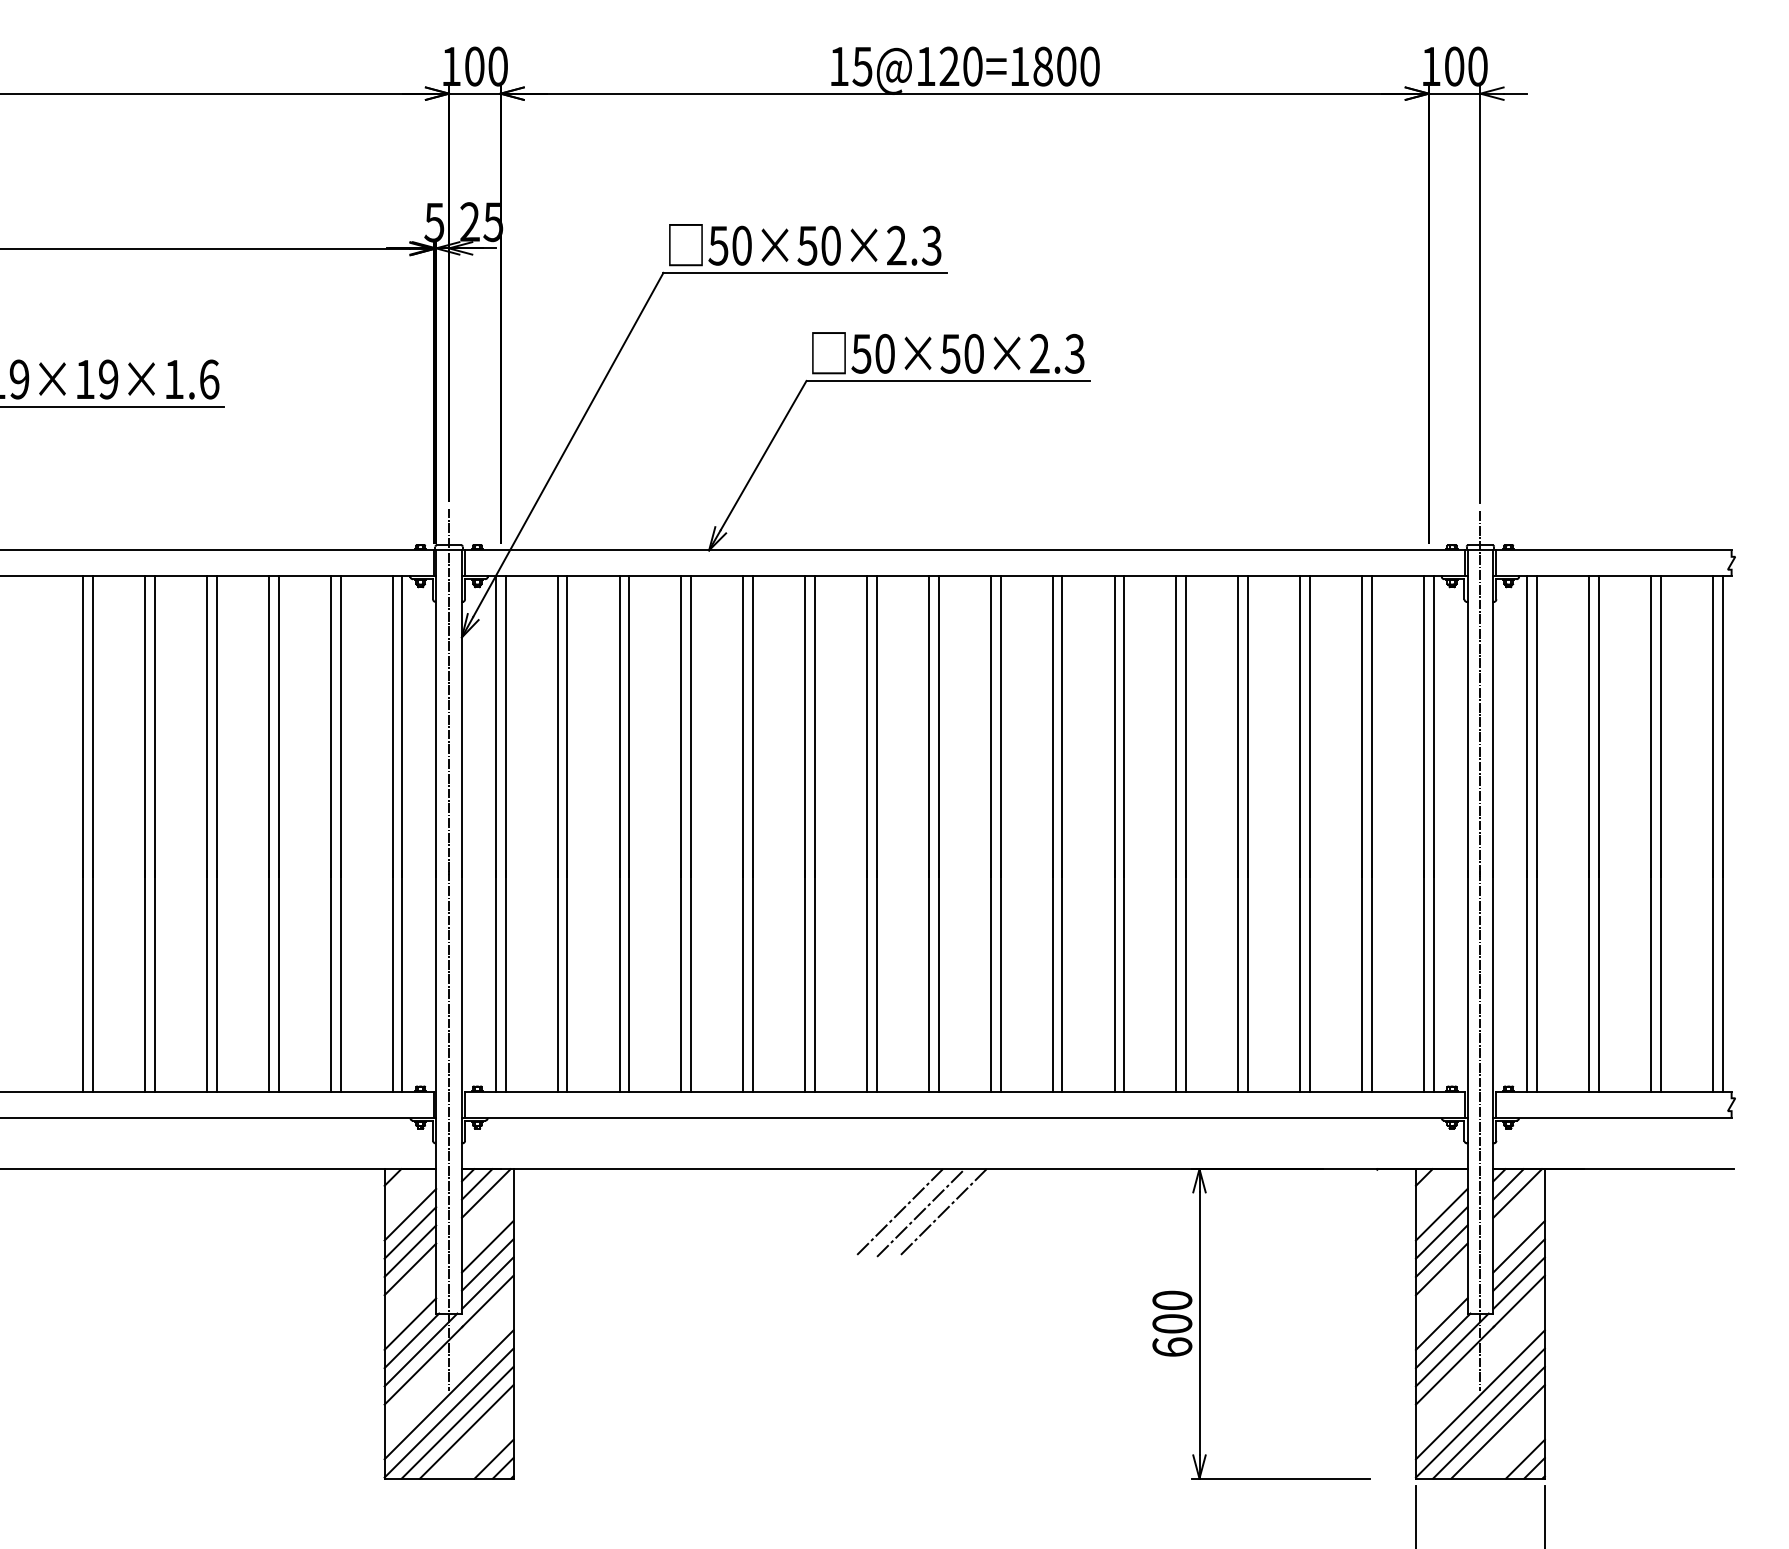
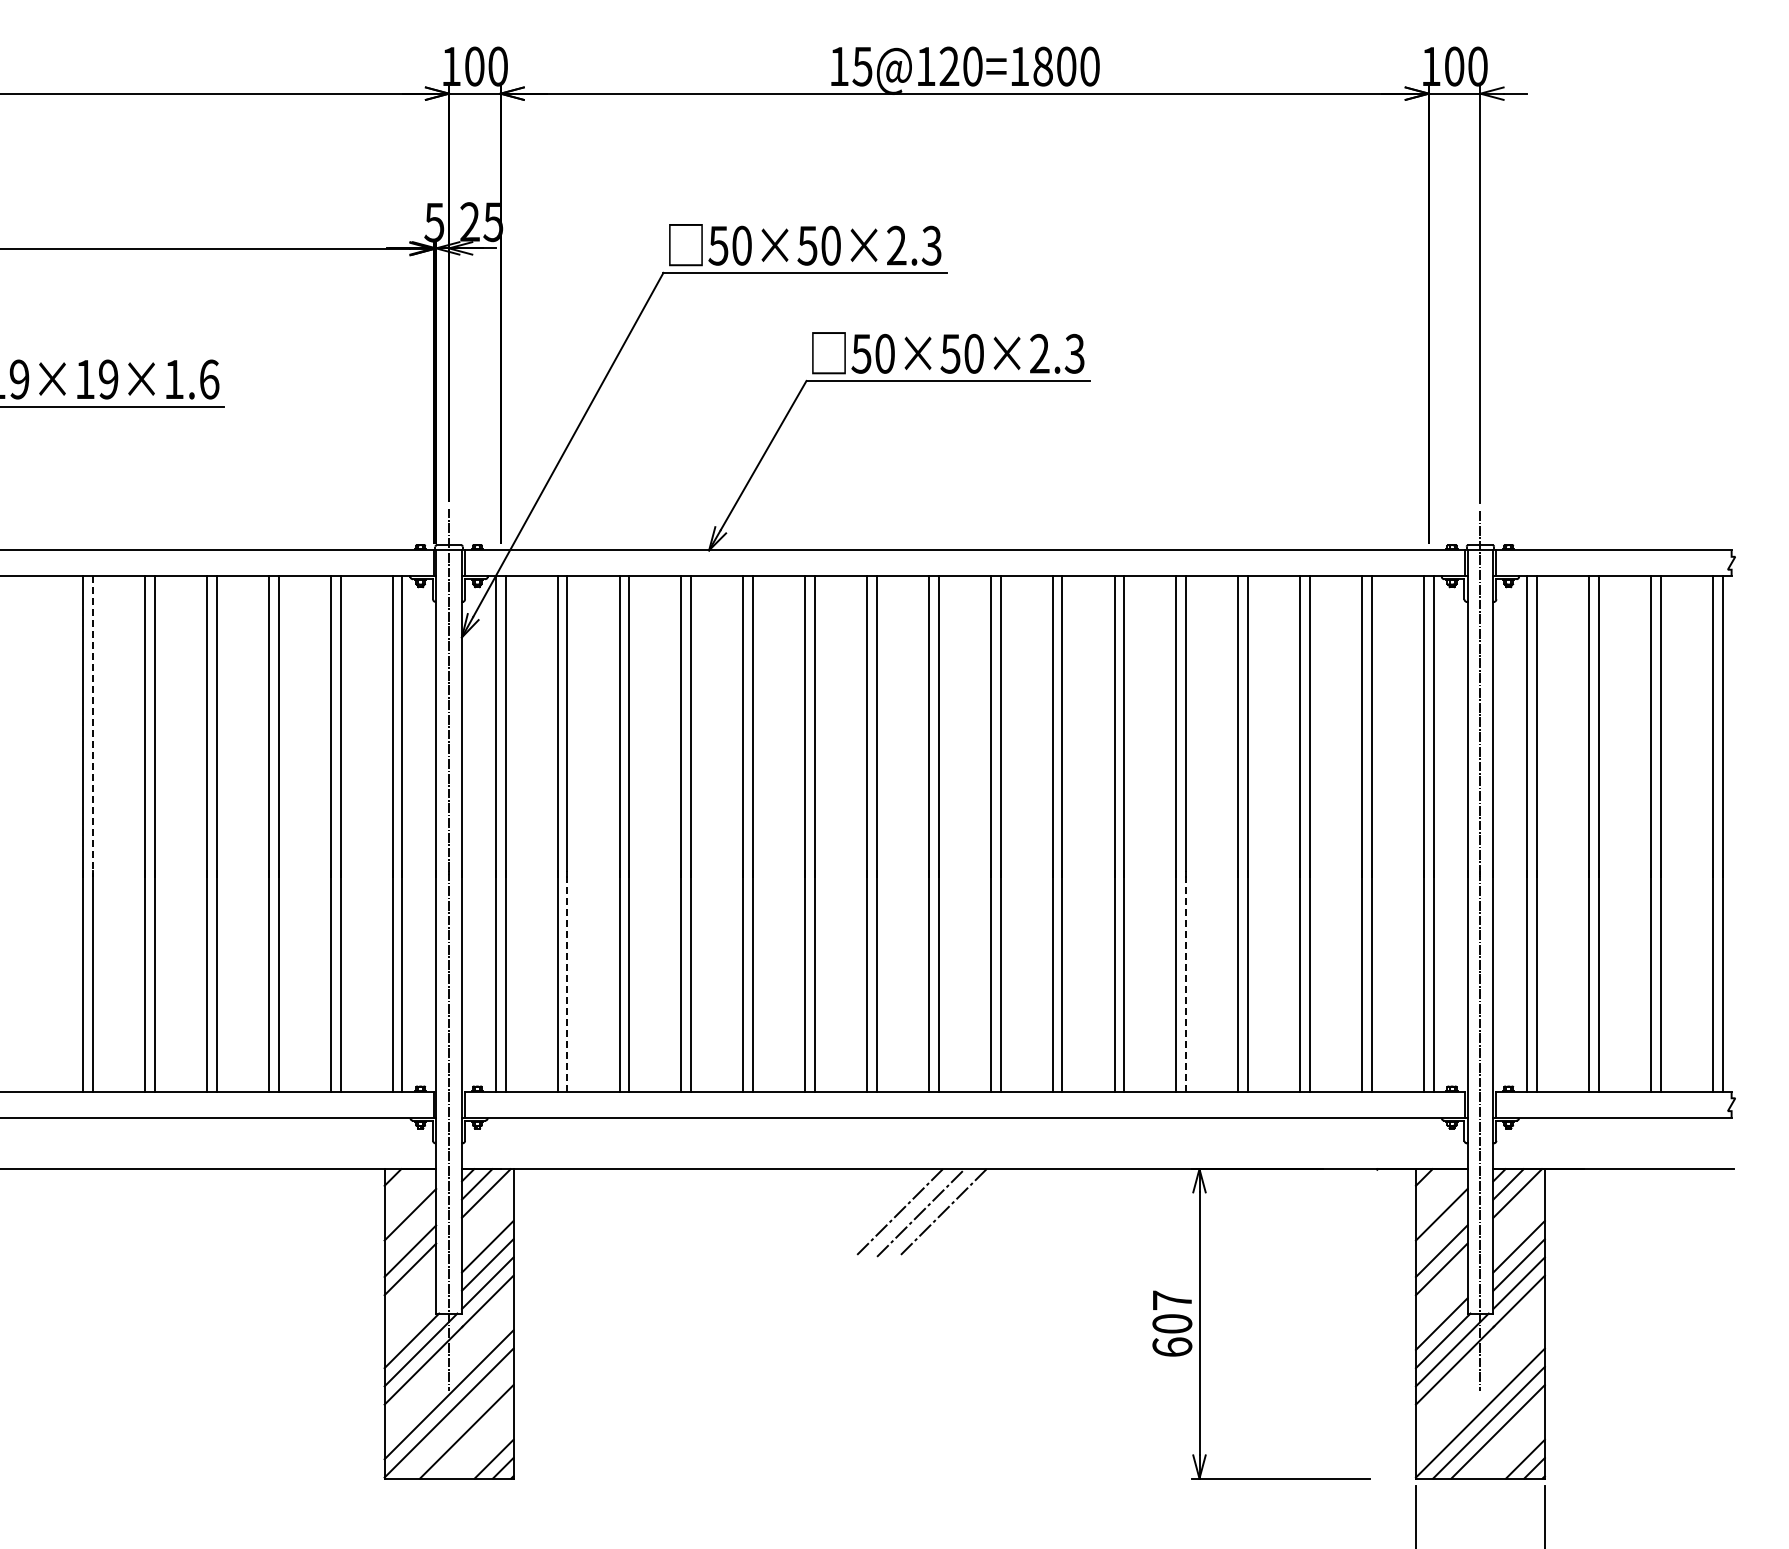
line at (93, 726): solid -> dashed
line at (567, 981): solid -> dashed
line at (1186, 981): solid -> dashed
line at (410, 1232): present -> none
line at (1441, 1232): present -> none
text at (1172, 1299): 600 -> 607
line at (410, 1323): present -> none
line at (1479, 1394): present -> none
line at (457, 1422): present -> none
